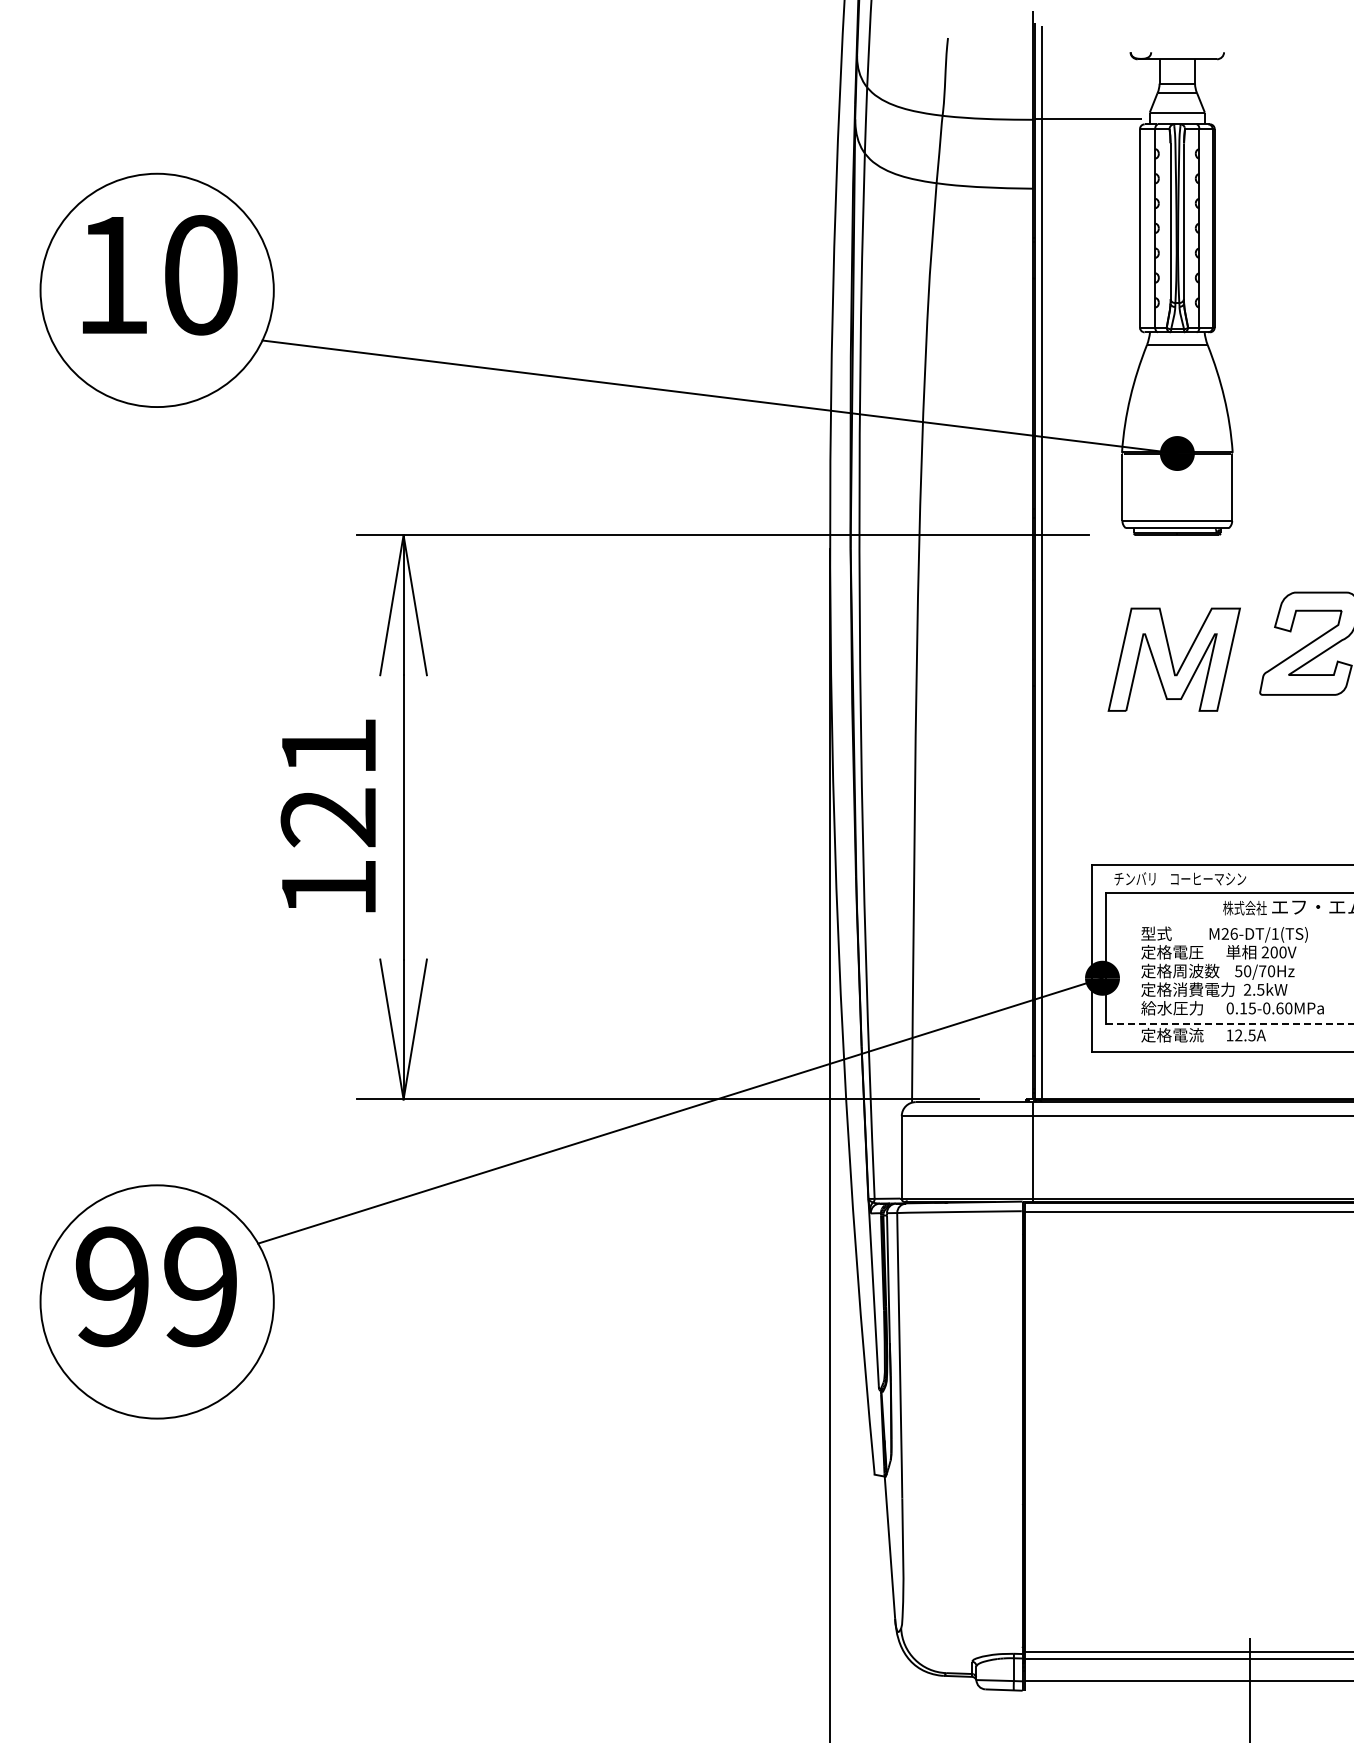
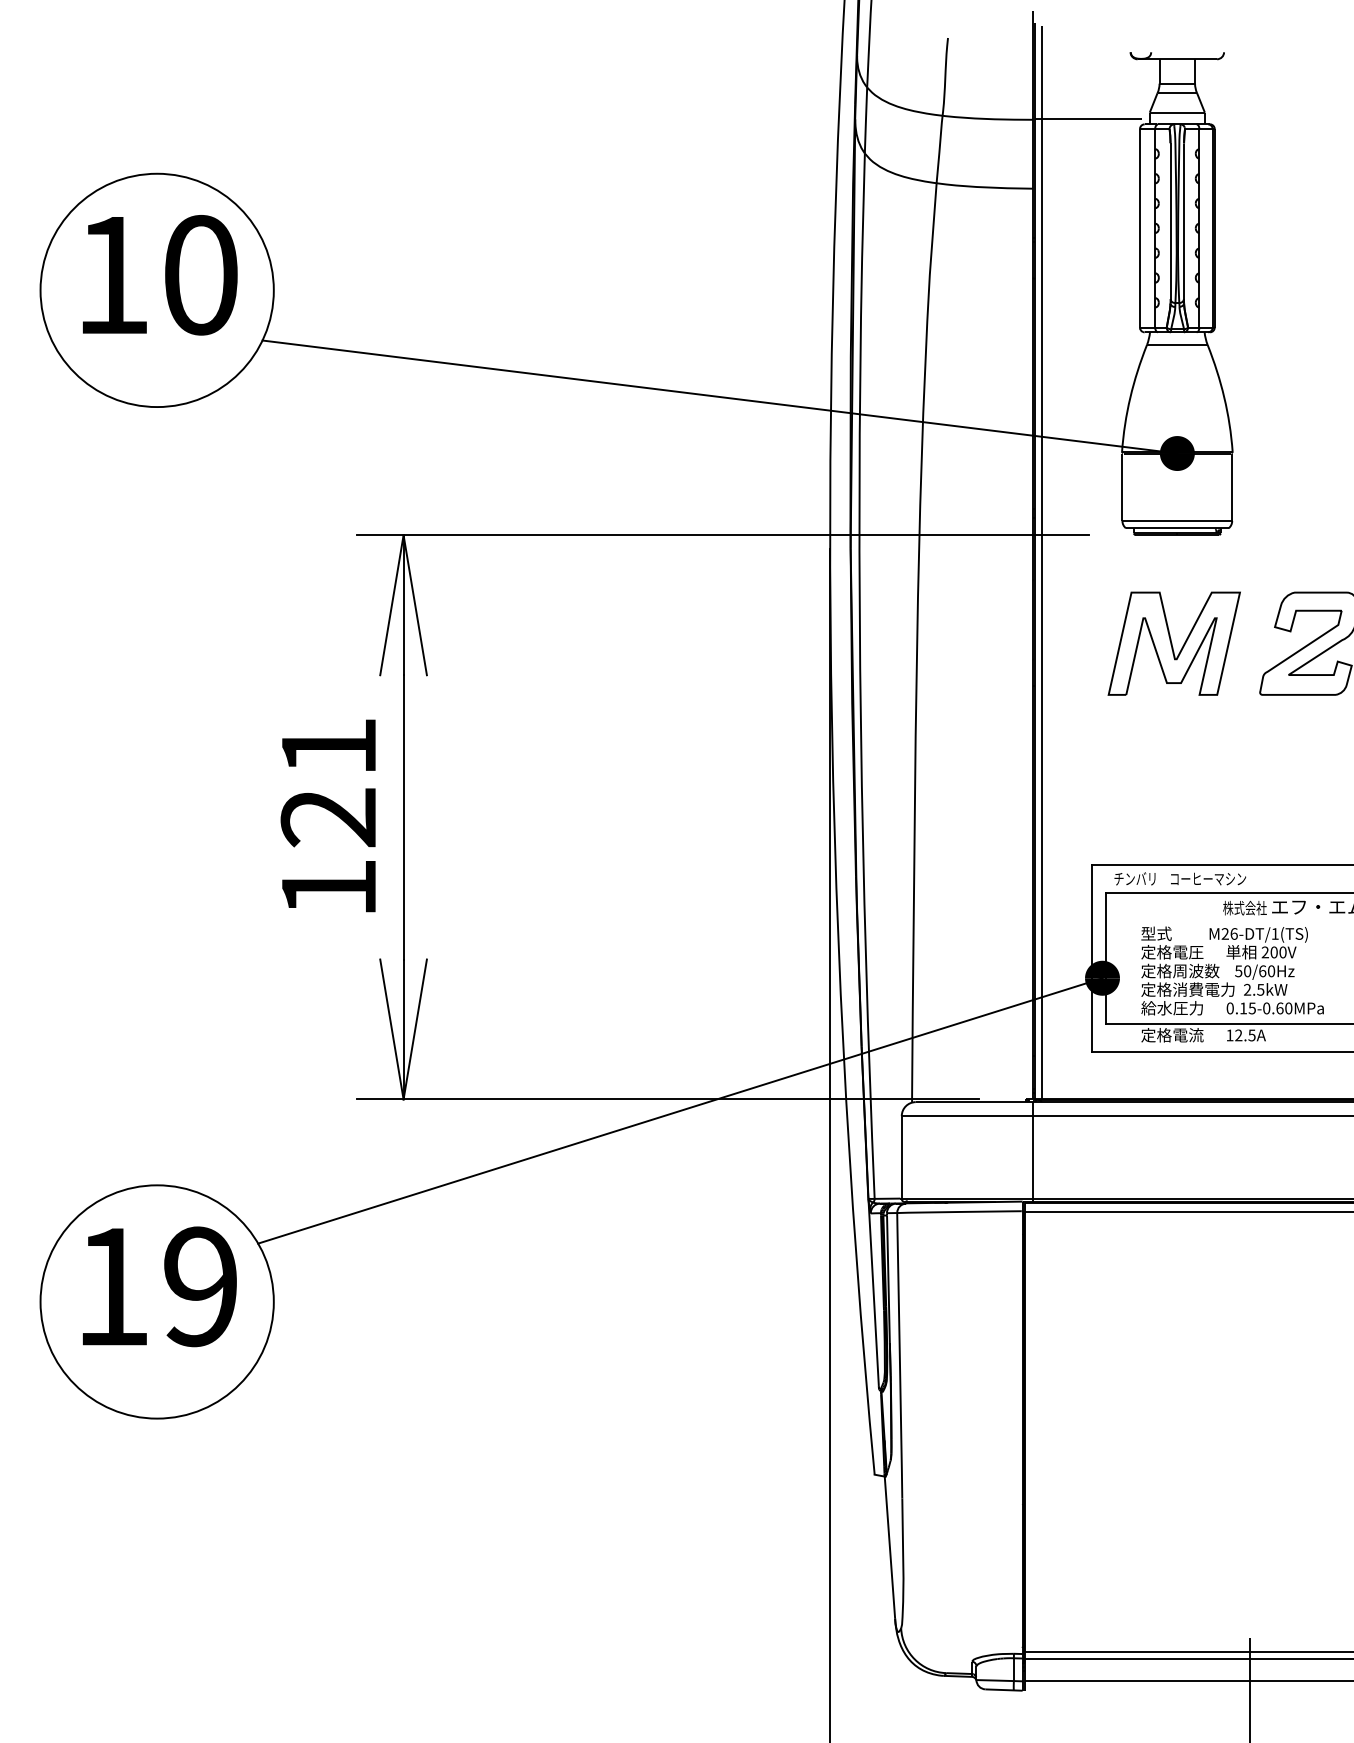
part at (1173, 659) position: (1173, 659) -> (1173, 643)
text at (1262, 971): 50/70Hz -> 50/60Hz
line at (1229, 1024): dashed -> solid
text at (111, 1286): 99 -> 19
